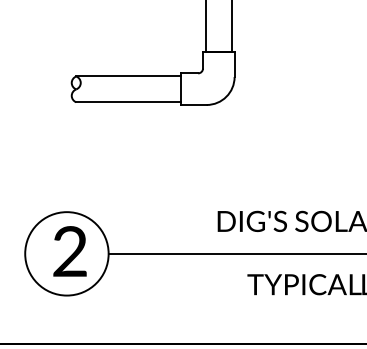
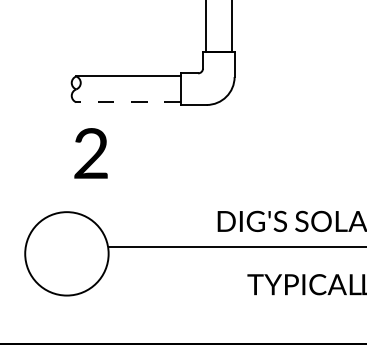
line at (128, 102): solid -> dashed
text at (69, 251) position: (69, 251) -> (90, 153)
line at (235, 253) position: (235, 253) -> (235, 246)
